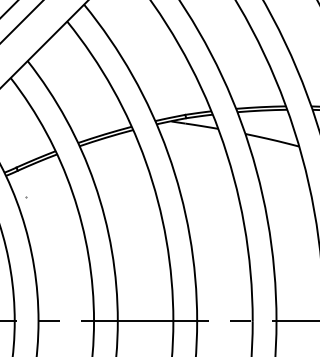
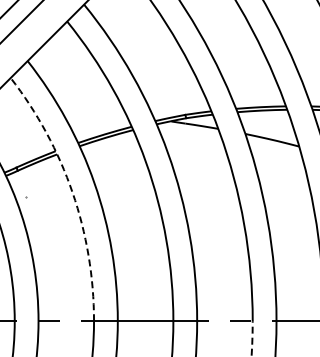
arc at (72, 192): solid -> dashed
arc at (252, 338): solid -> dashed
